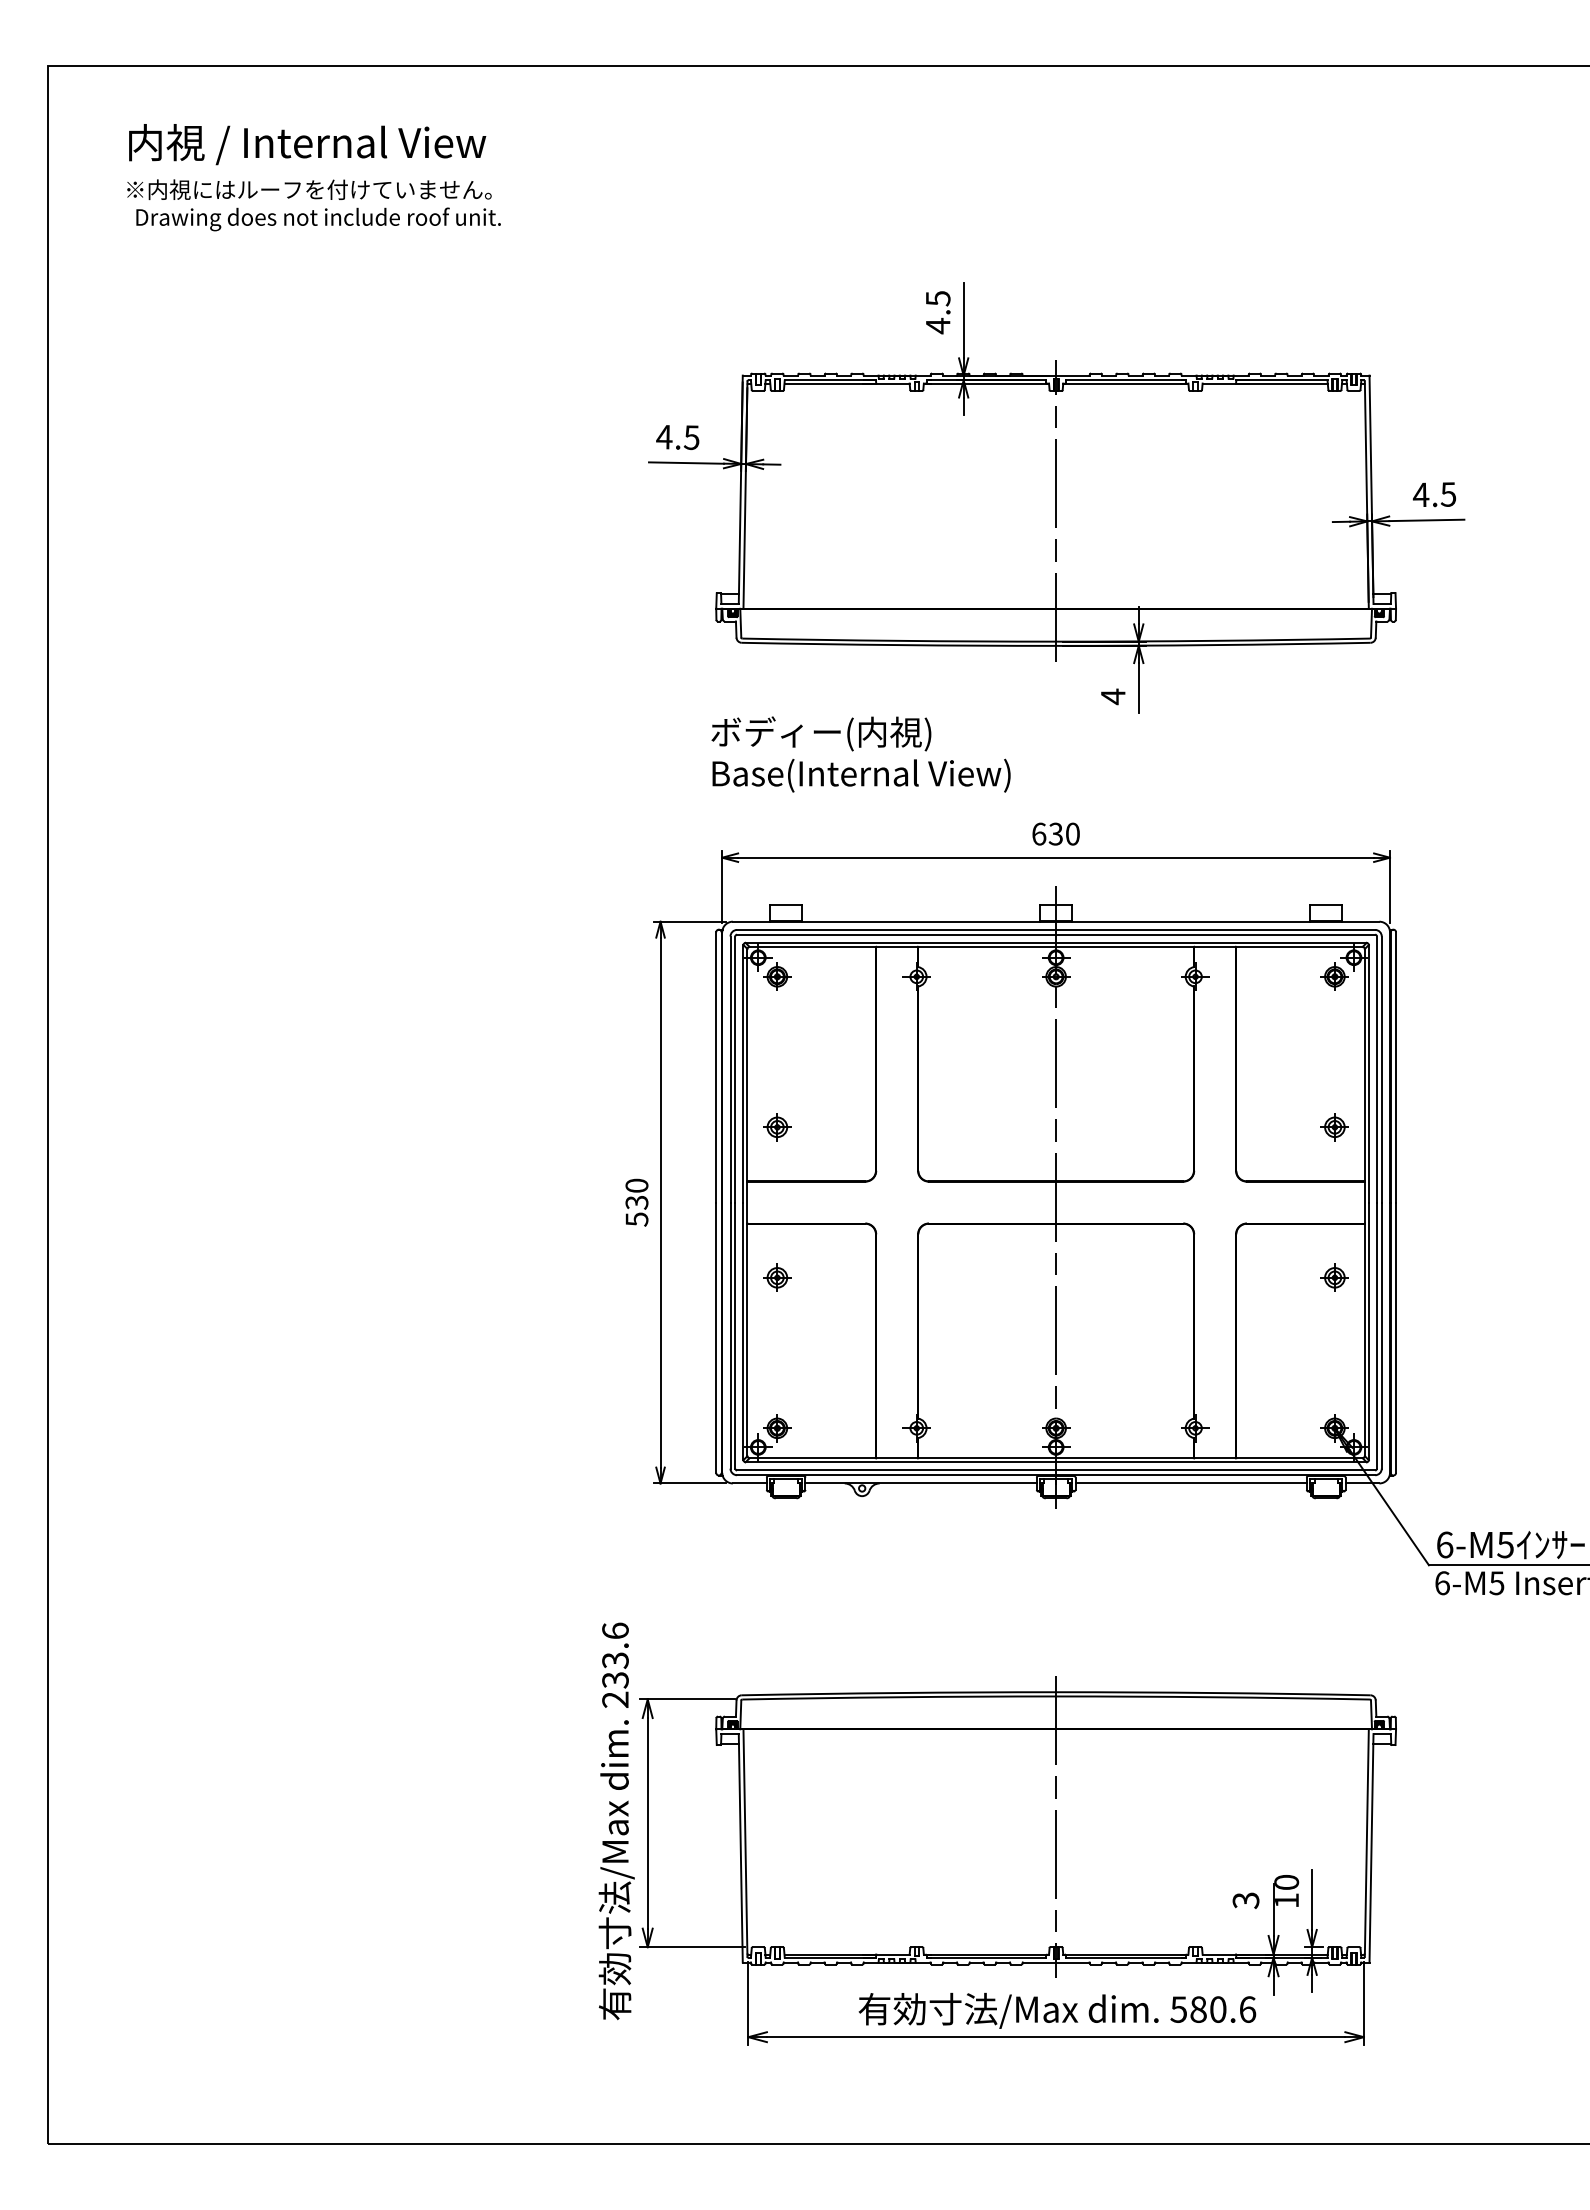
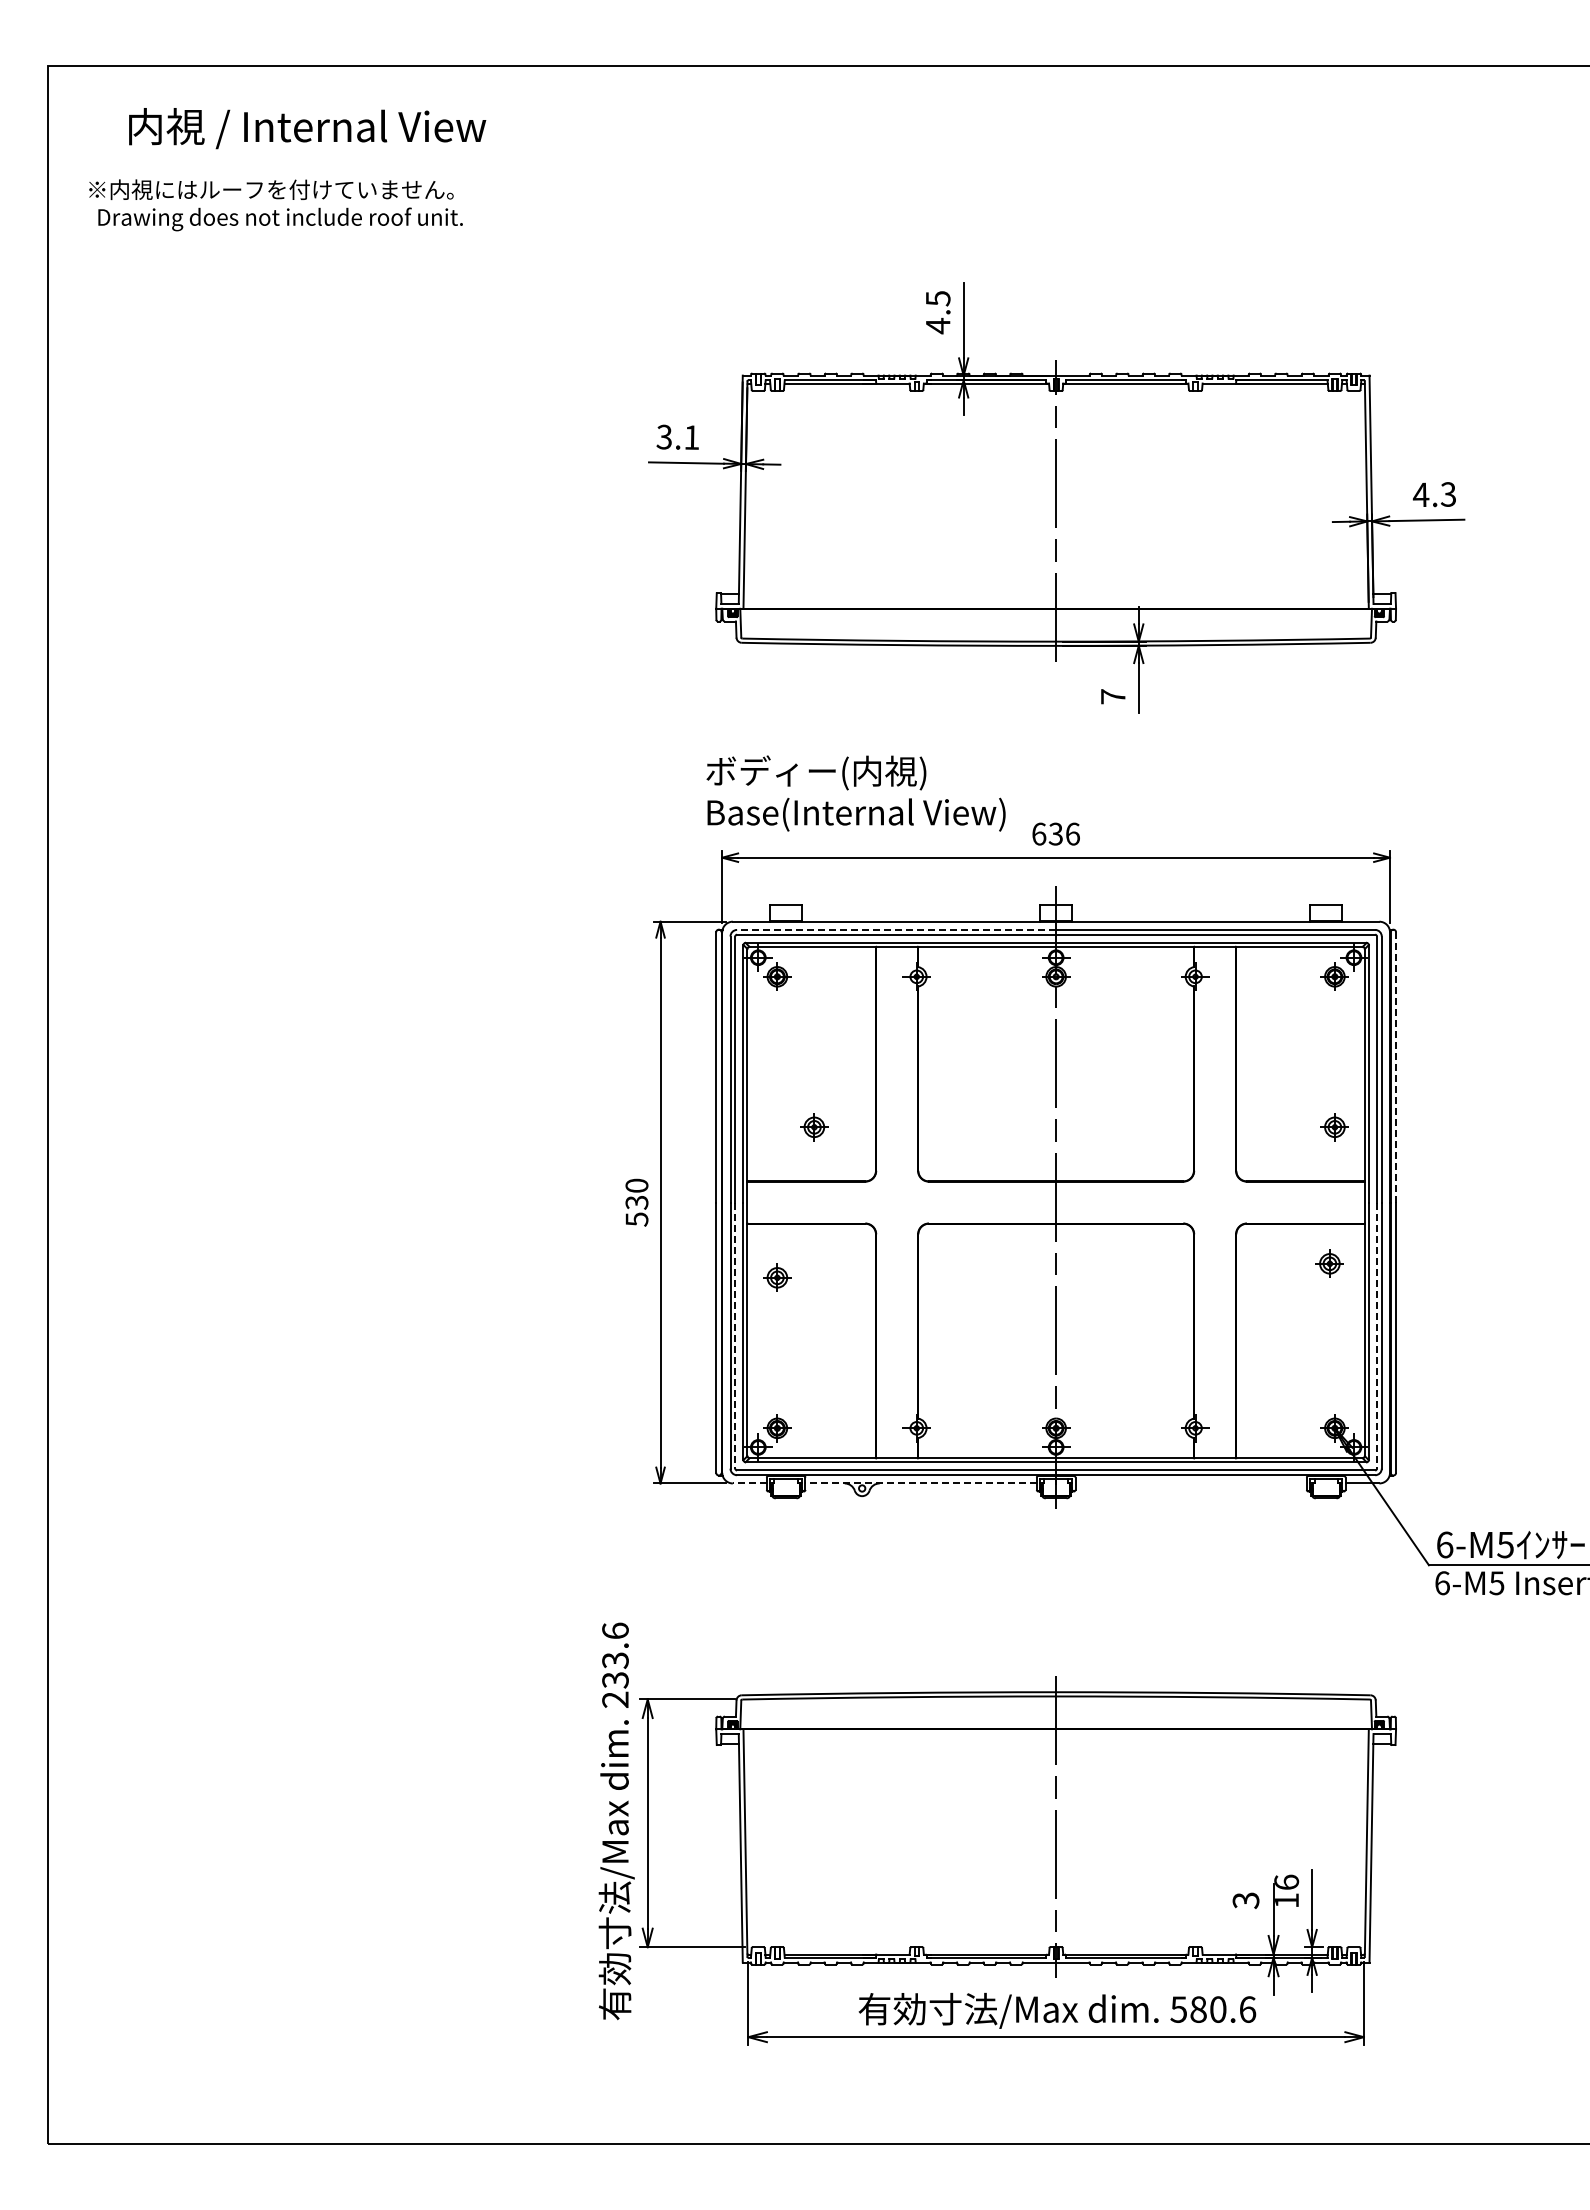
text at (307, 144) position: (307, 144) -> (307, 128)
text at (313, 205) position: (313, 205) -> (275, 205)
text at (677, 437): 4.5 -> 3.1
text at (1448, 494): 4.5 -> 4.3
text at (1113, 696): 4 -> 7
text at (860, 754) position: (860, 754) -> (855, 793)
text at (1072, 833): 630 -> 636
line at (896, 929): solid -> dashed
line at (1396, 1067): solid -> dashed
part at (777, 1127) position: (777, 1127) -> (814, 1127)
part at (1334, 1277) position: (1334, 1277) -> (1329, 1263)
line at (735, 1336): solid -> dashed
line at (1377, 1336): solid -> dashed
line at (749, 1483): solid -> dashed
line at (921, 1483): solid -> dashed
line at (1190, 1483): present -> none
text at (1286, 1881): 10 -> 16
